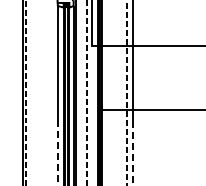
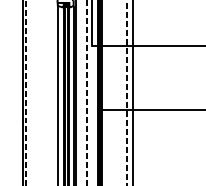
line at (57, 153): dashed -> solid
line at (132, 153): dashed -> solid
